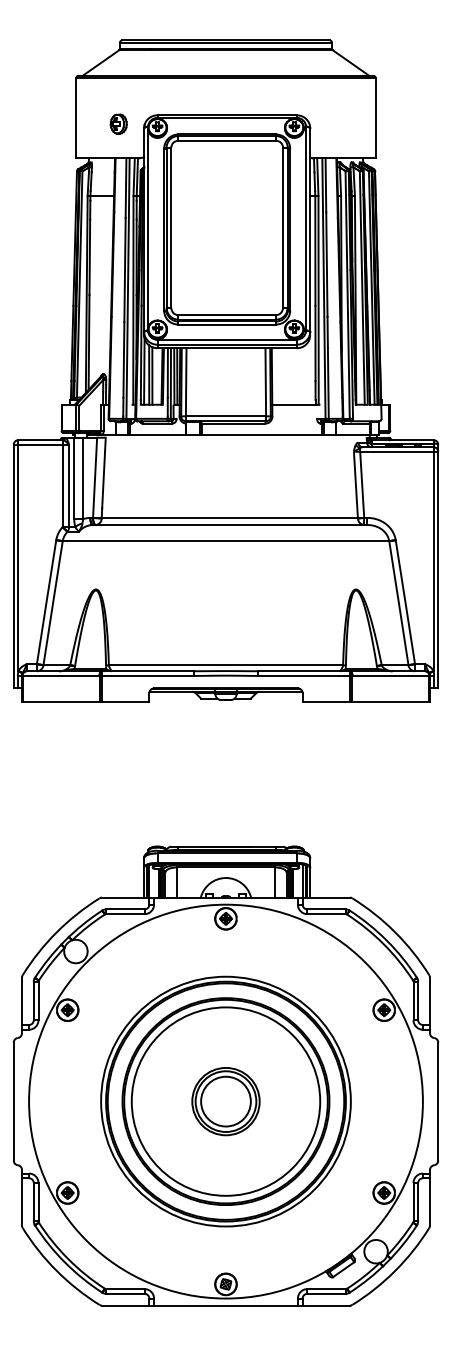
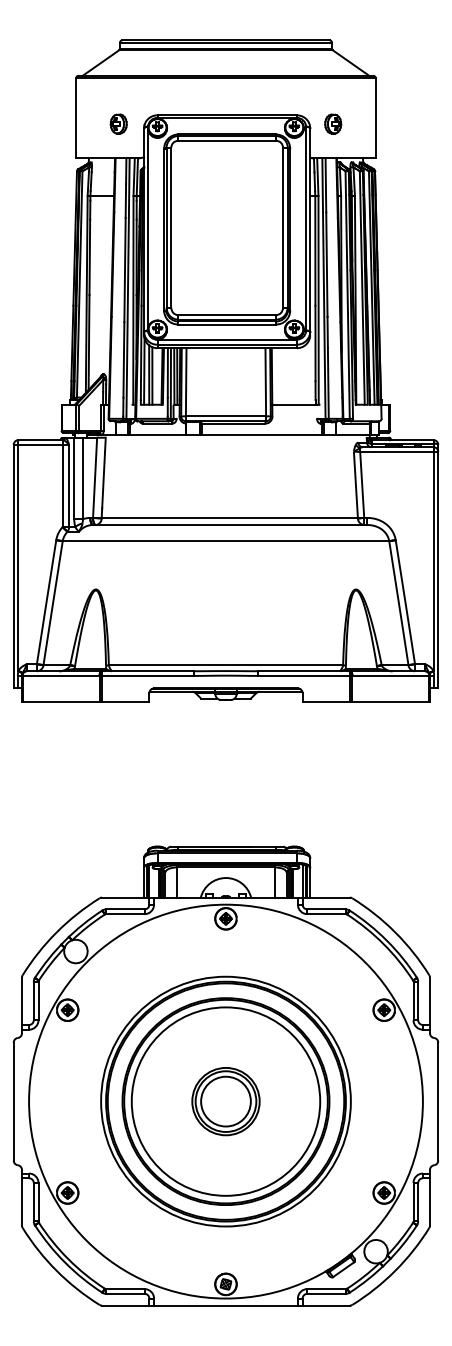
part at (333, 123): none -> present
